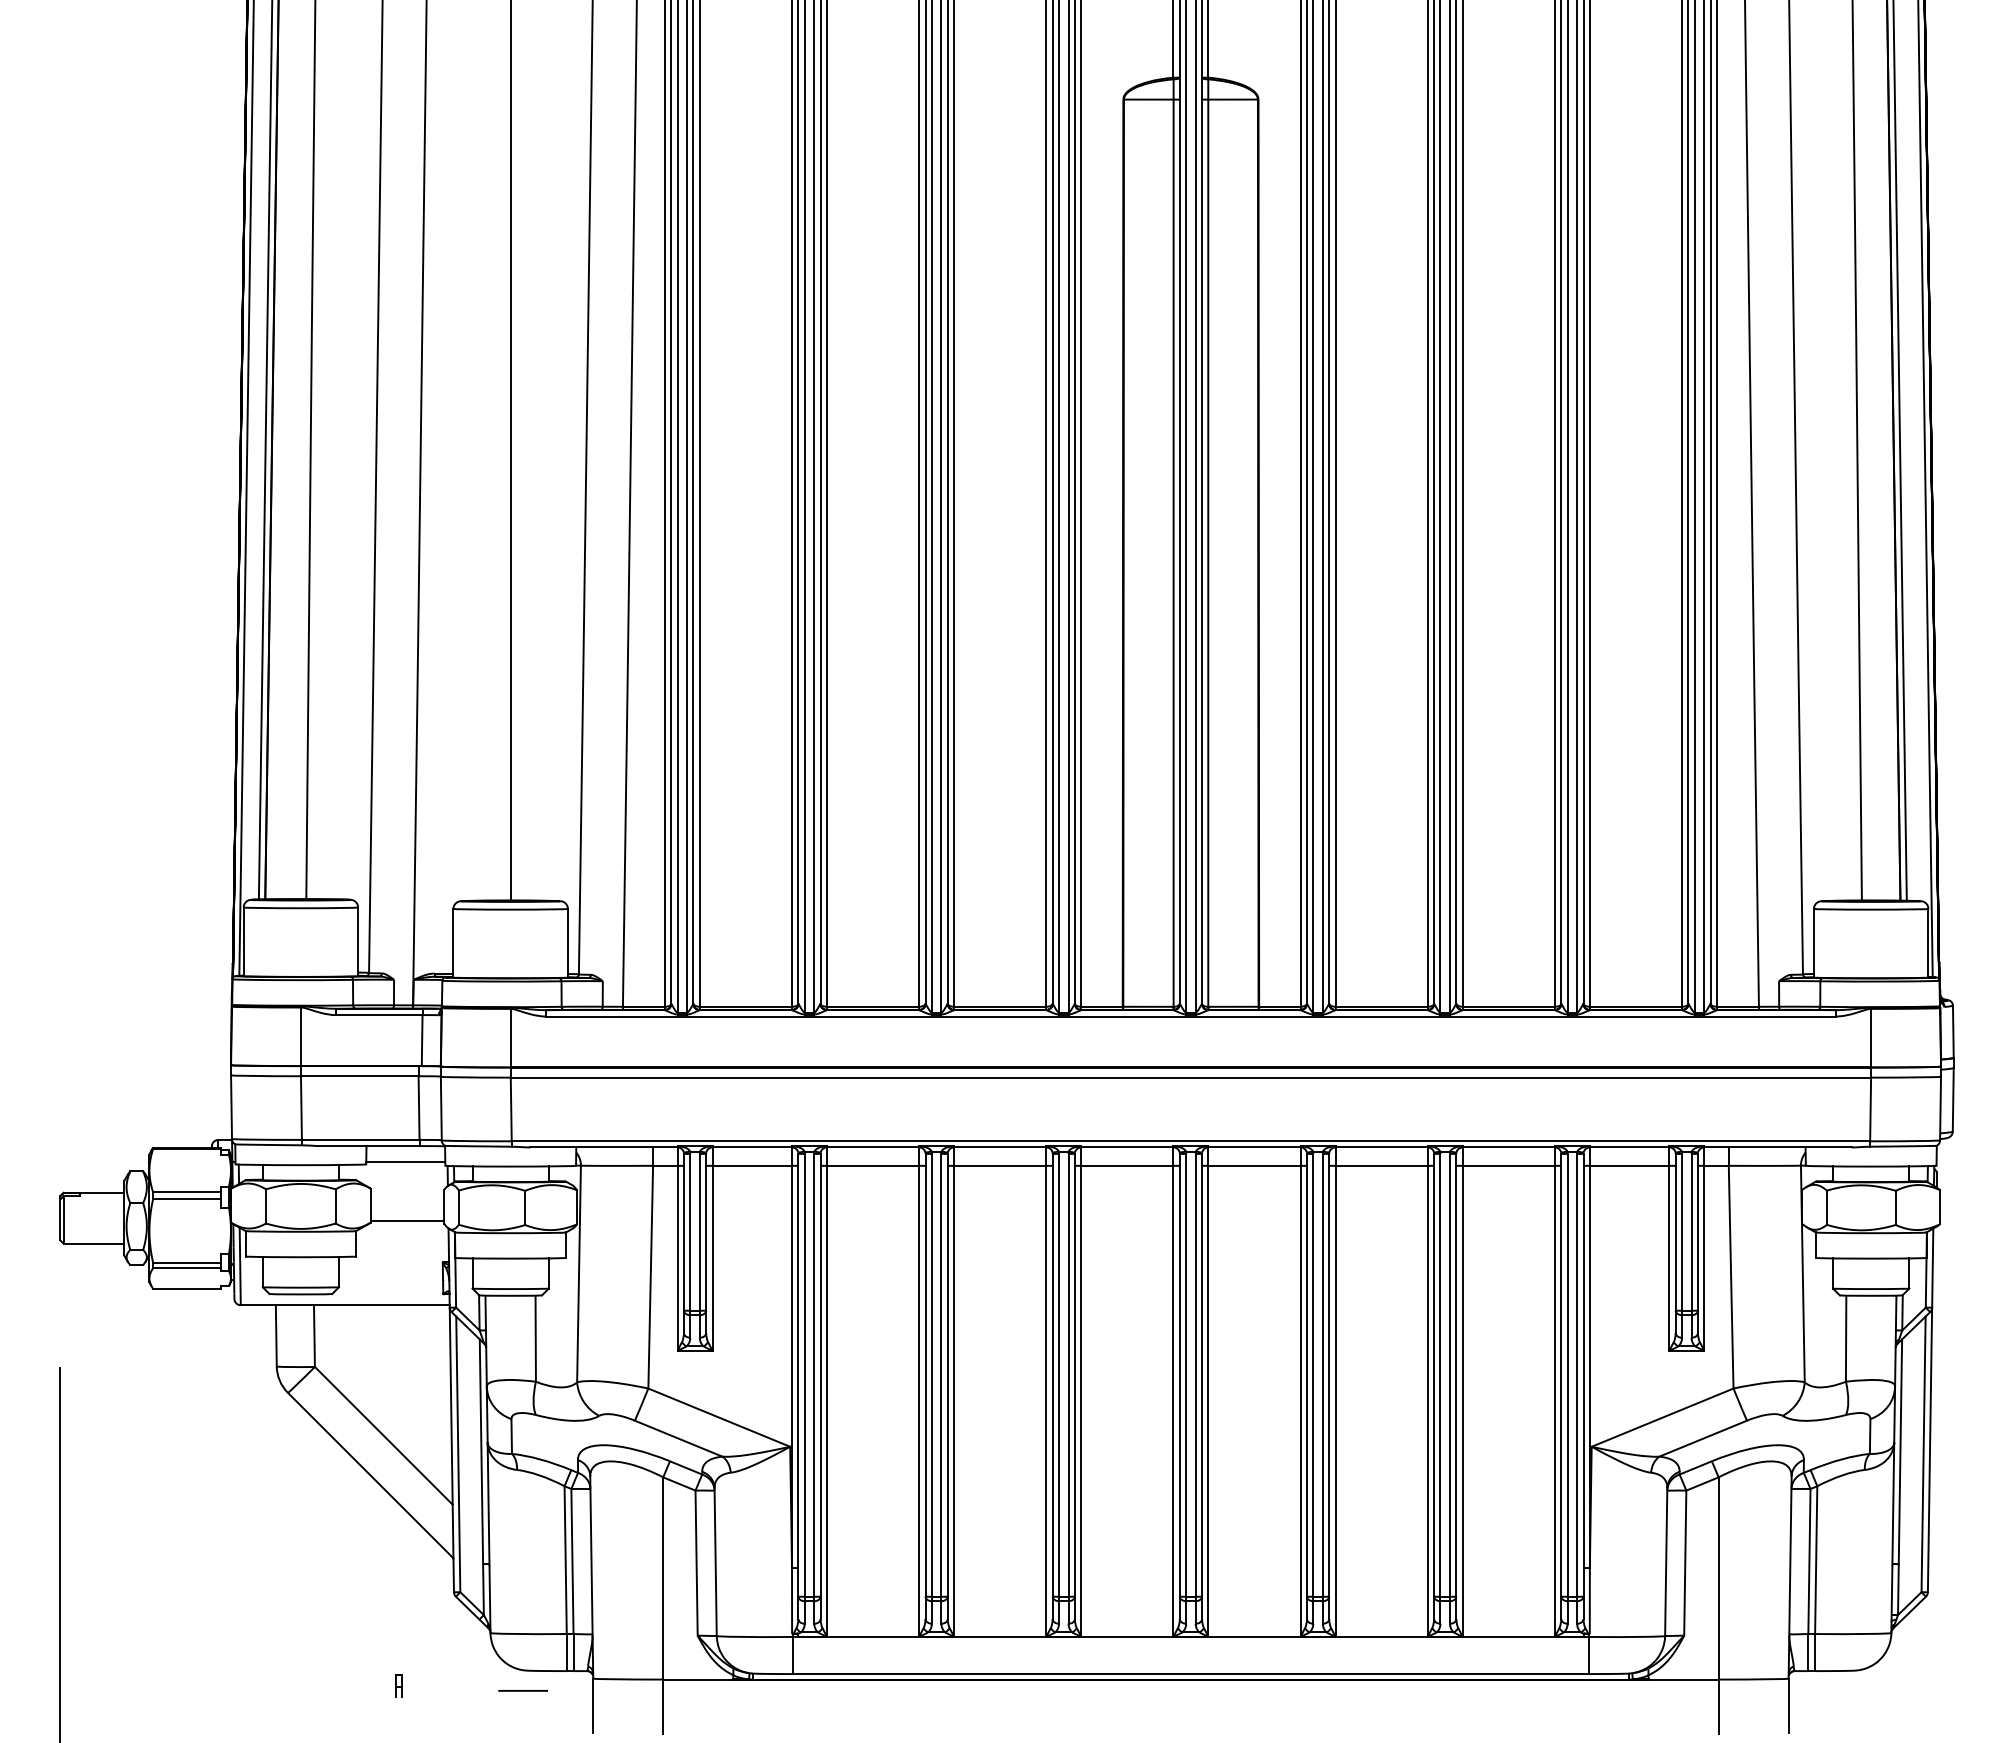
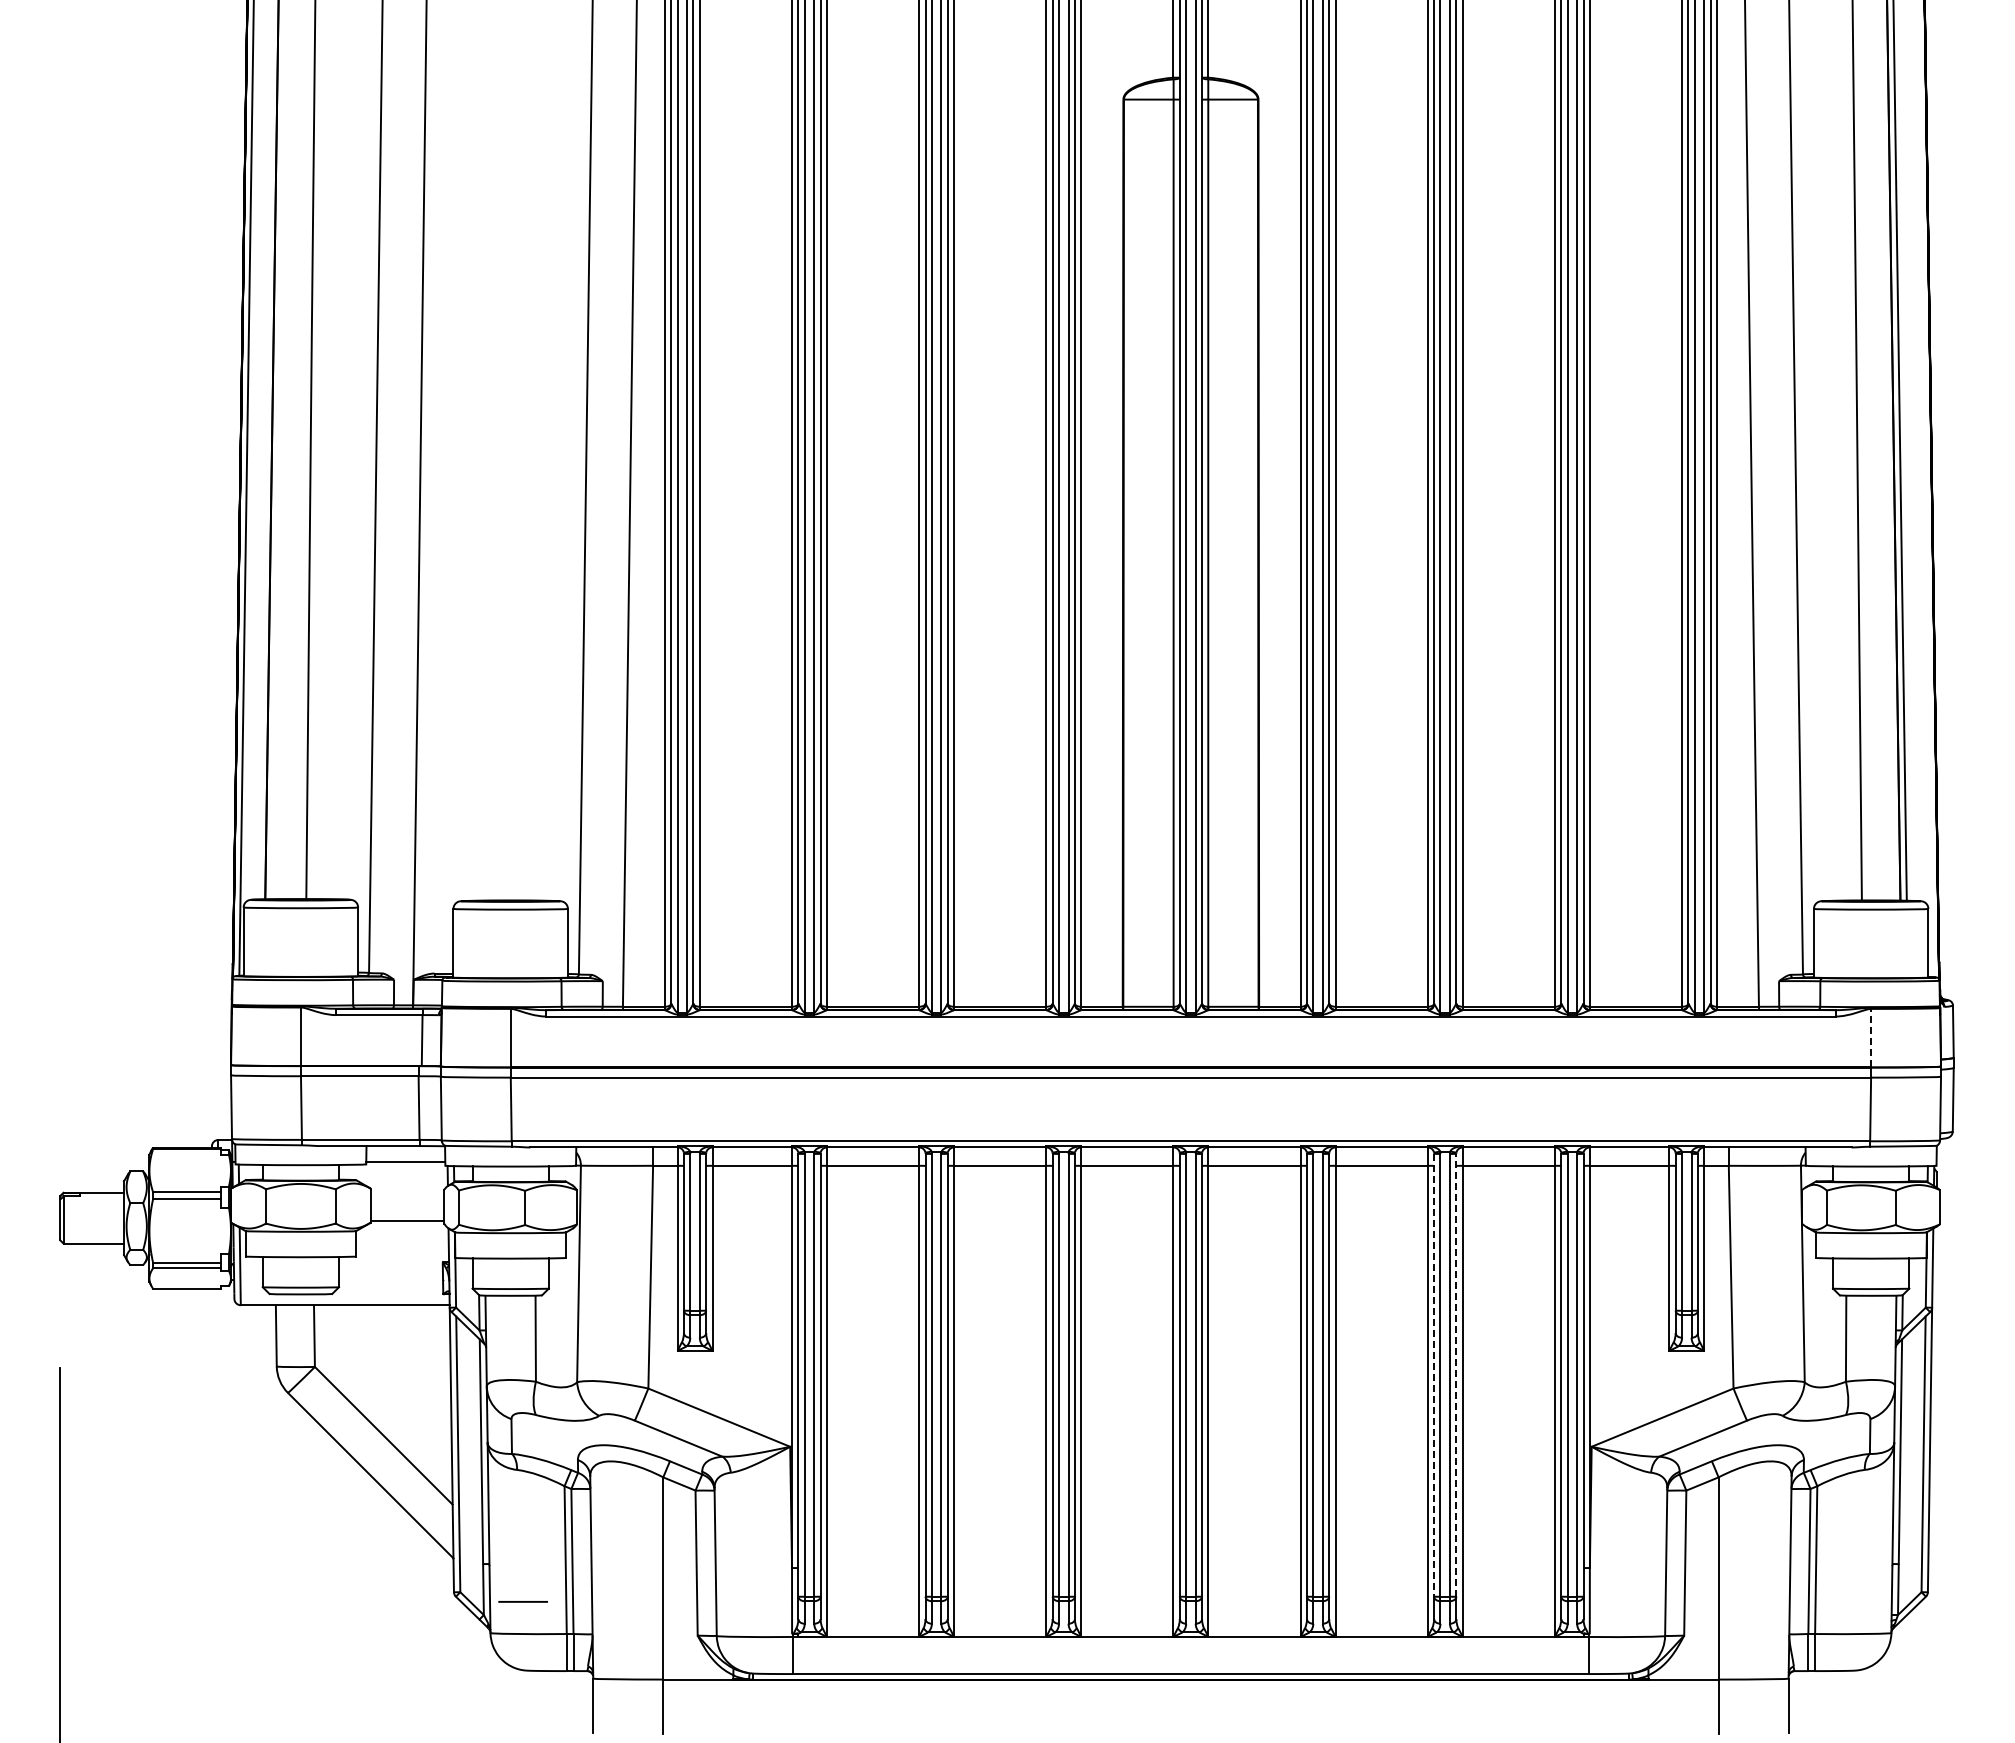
line at (265, 450): present -> none
line at (510, 451): present -> none
line at (1925, 489): present -> none
line at (1871, 1037): solid -> dashed
line at (1456, 1374): solid -> dashed
line at (1434, 1375): solid -> dashed
part at (398, 1685): present -> none
line at (522, 1690) position: (522, 1690) -> (522, 1601)
